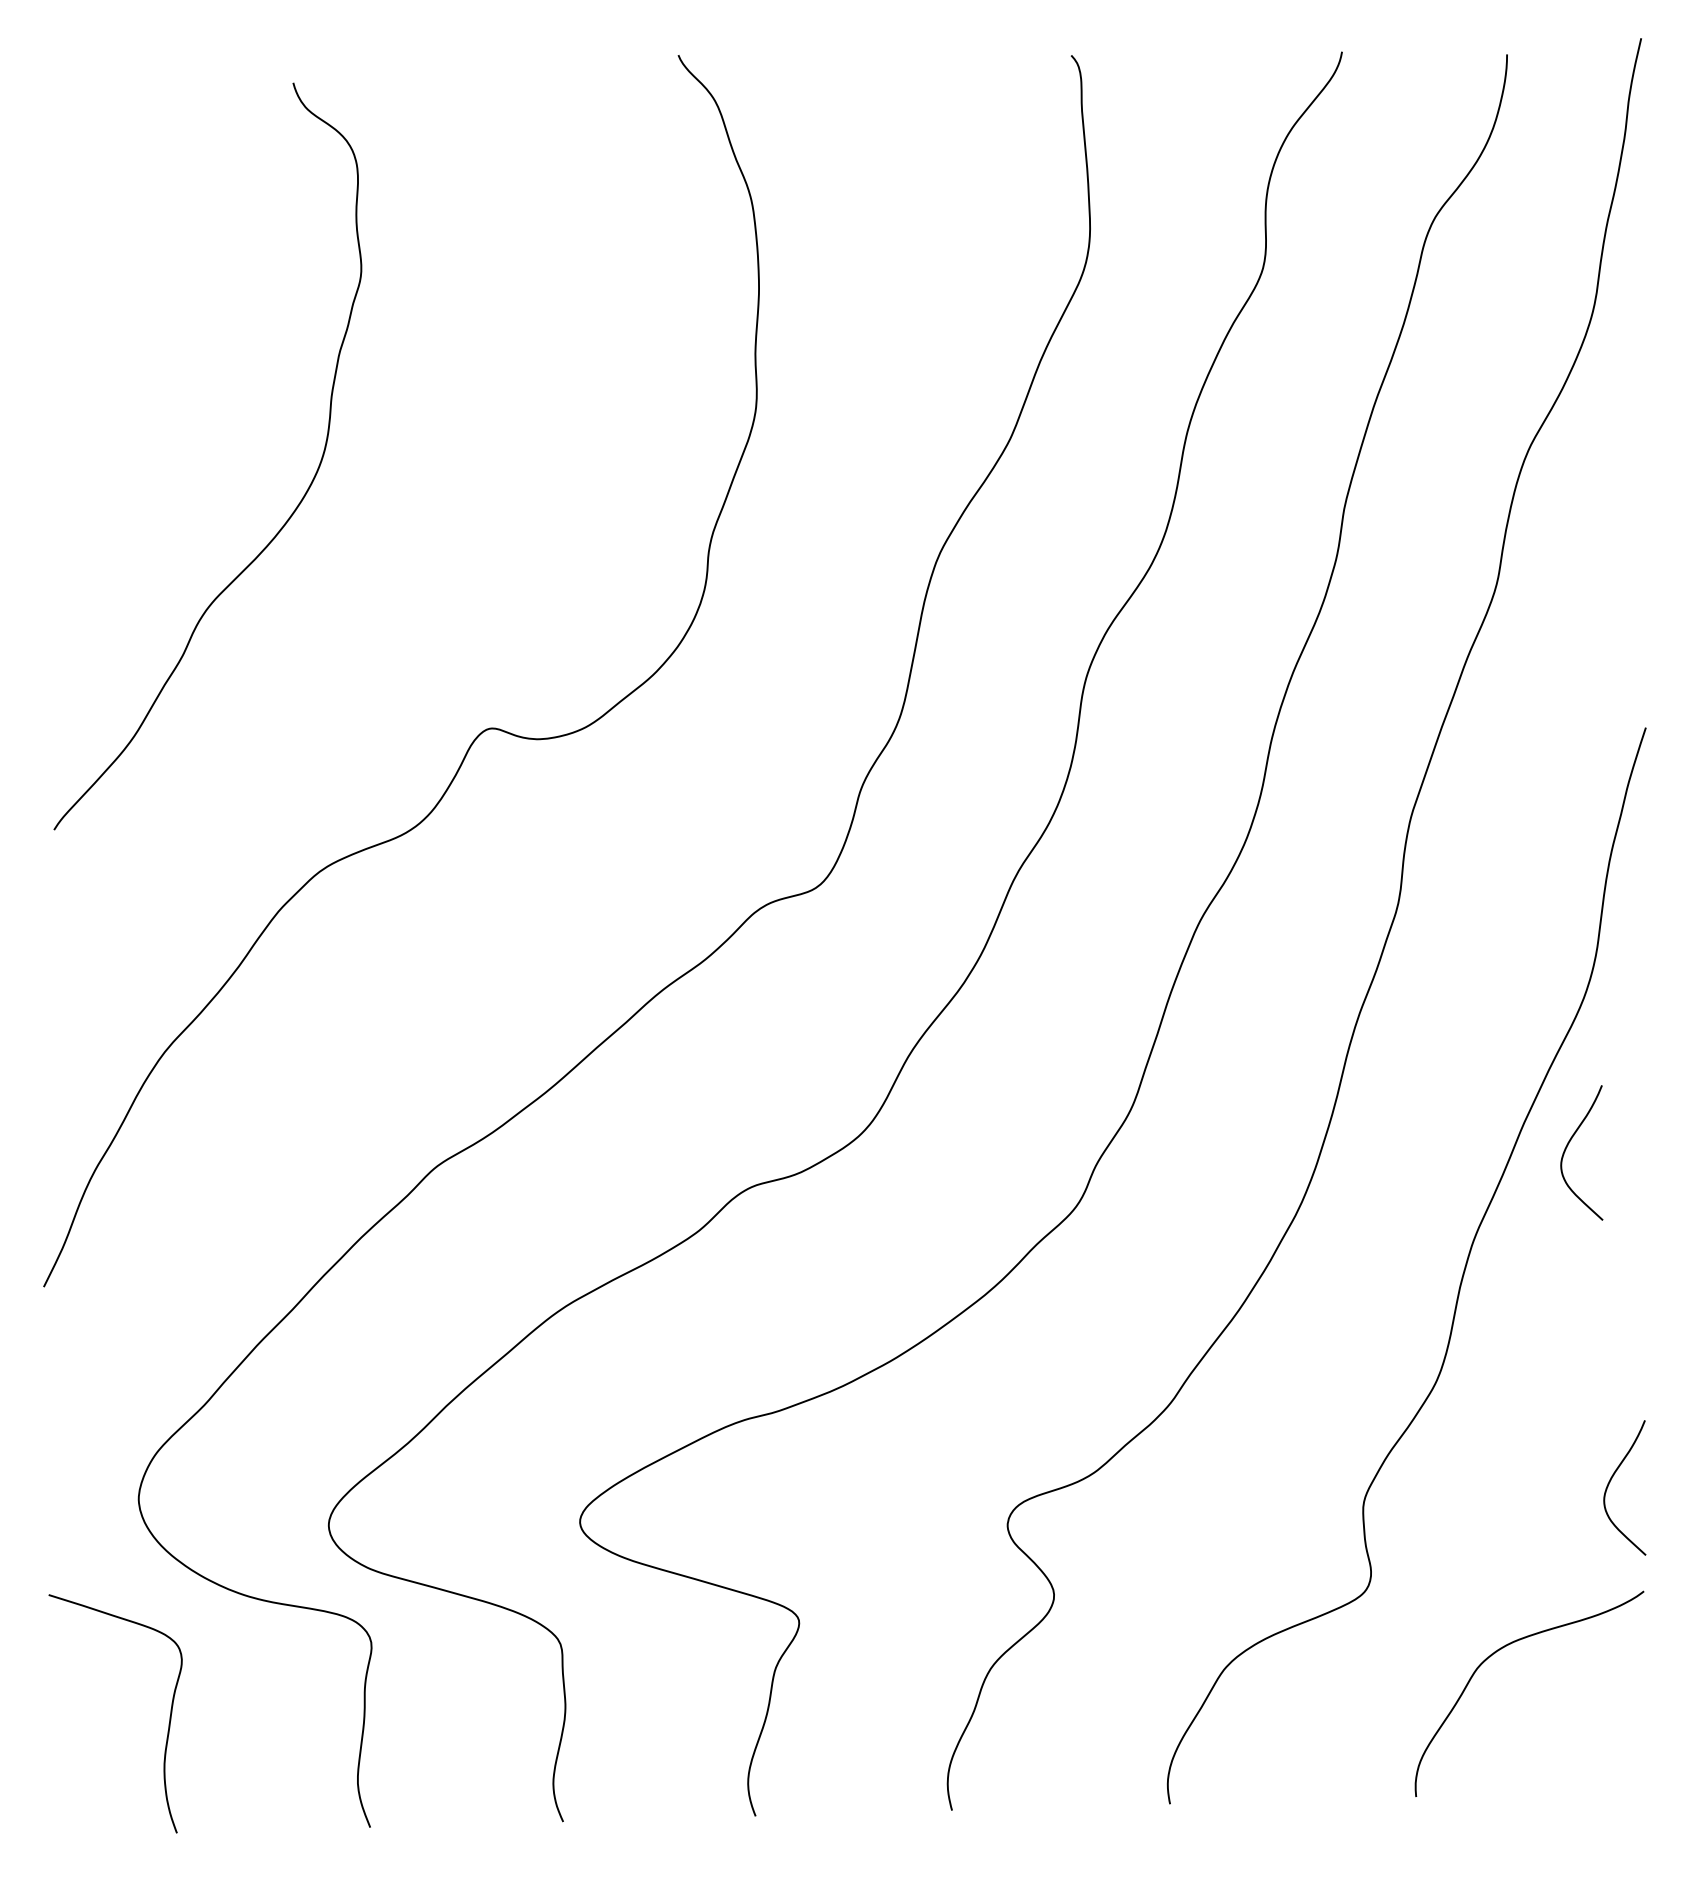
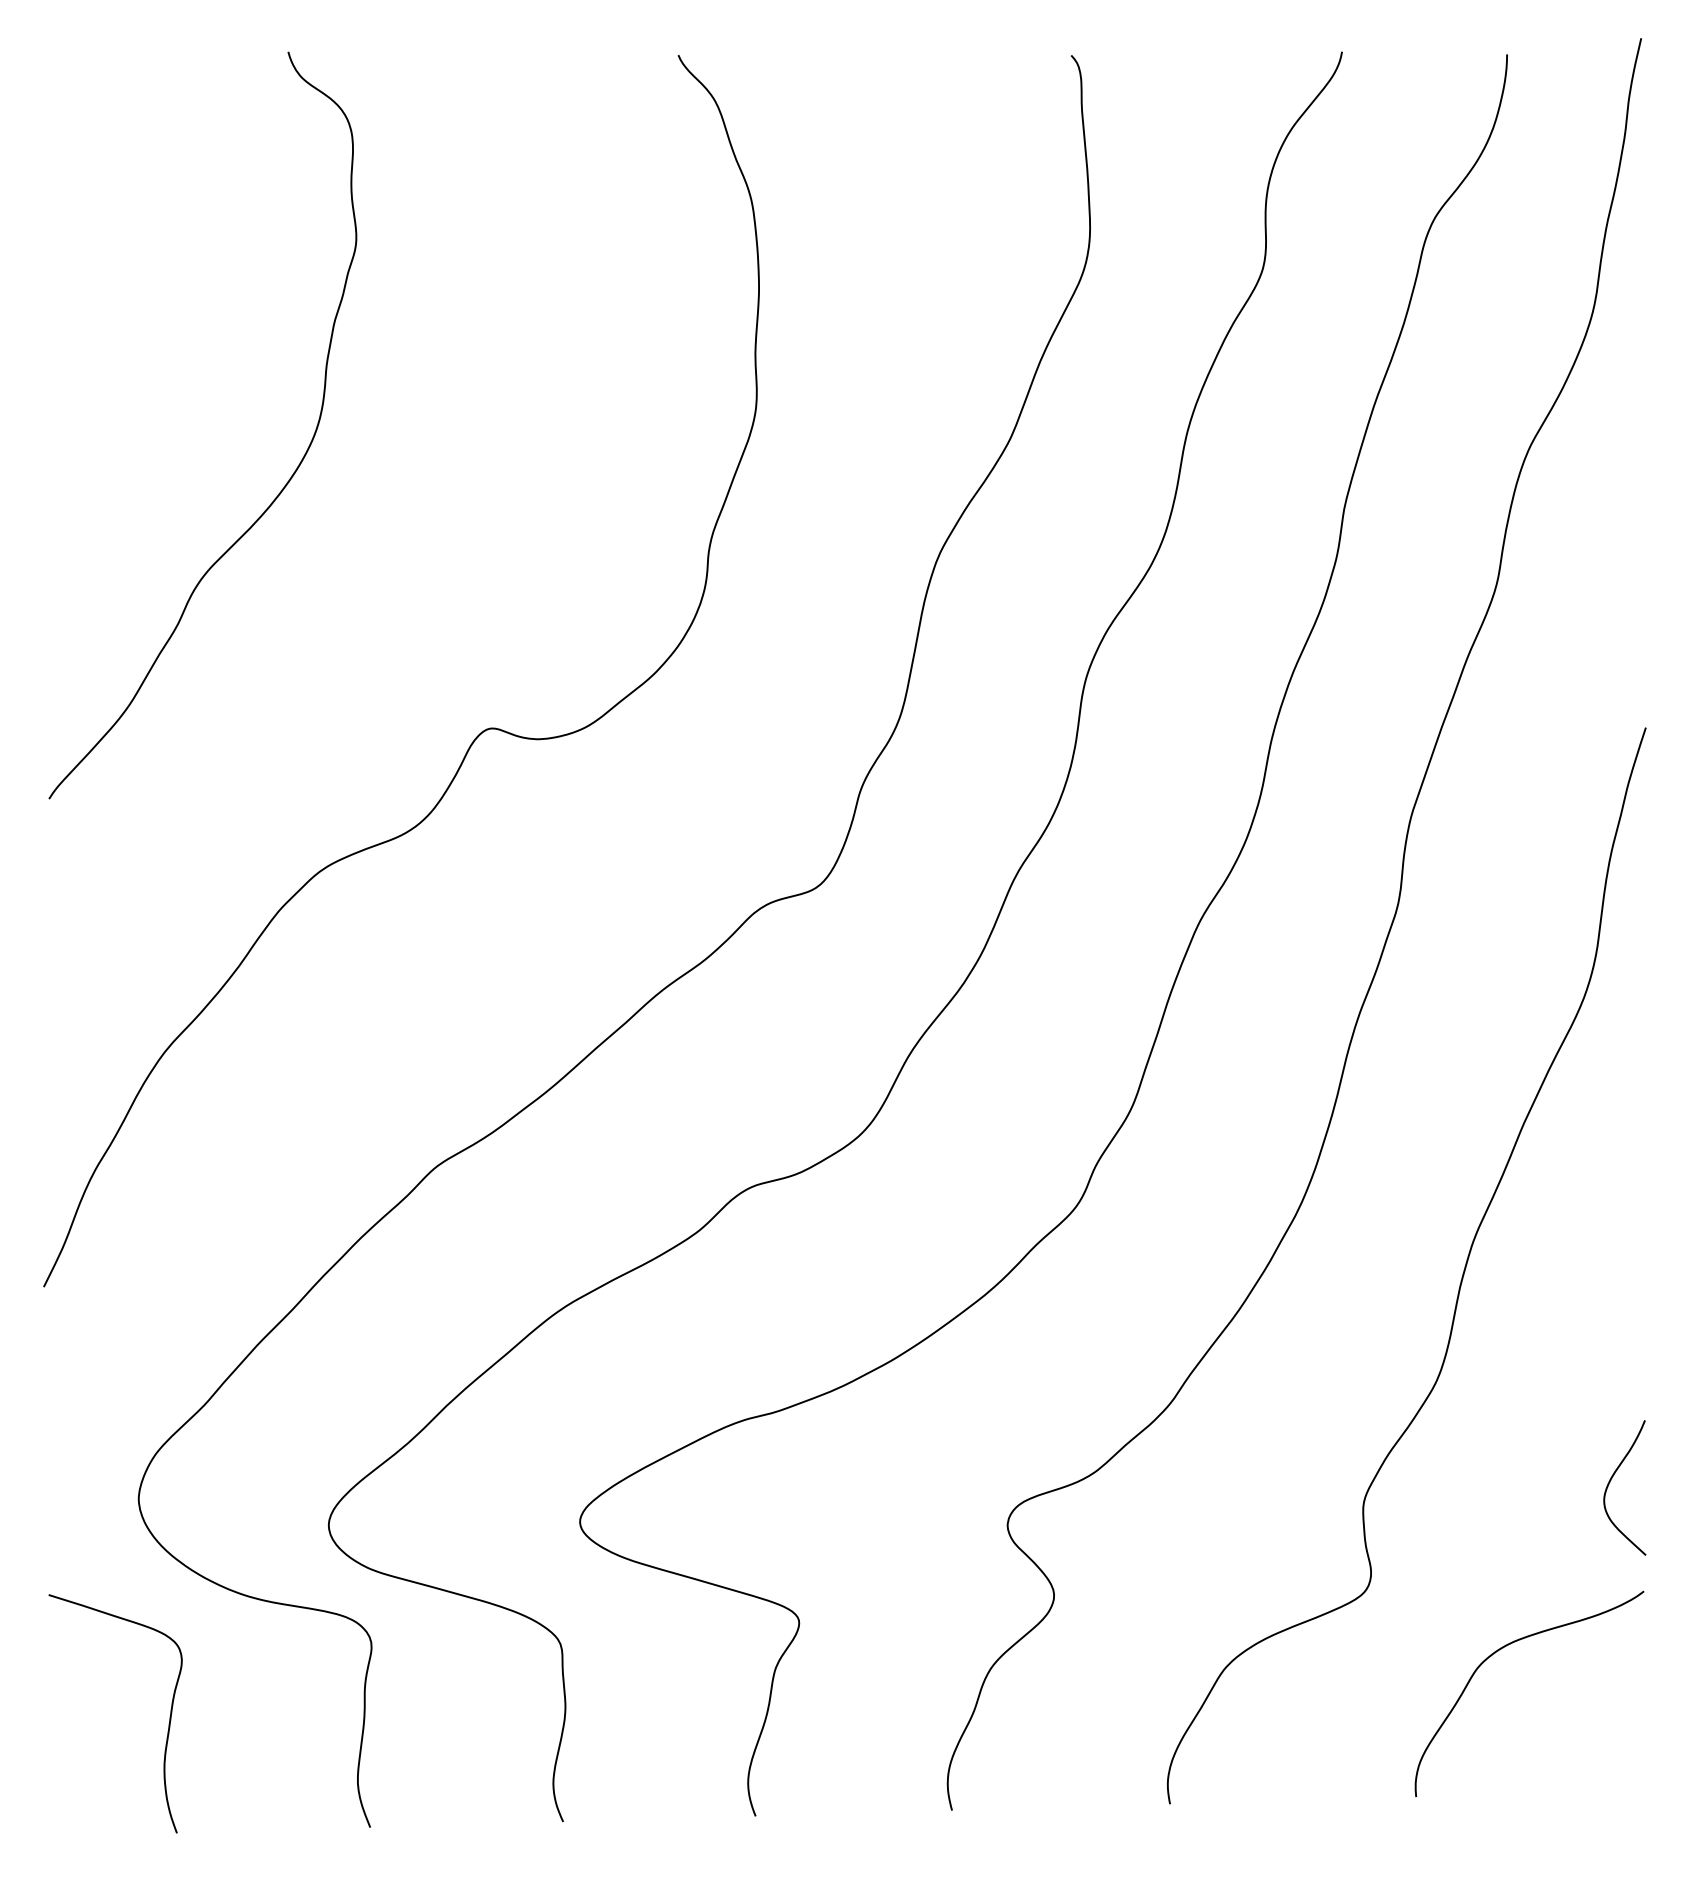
curve at (291, 513) position: (291, 513) -> (286, 482)
curve at (1568, 1145): present -> none
